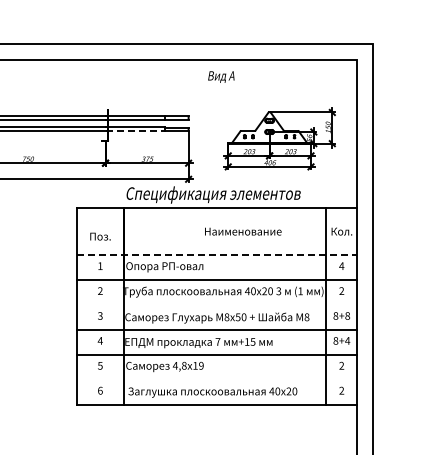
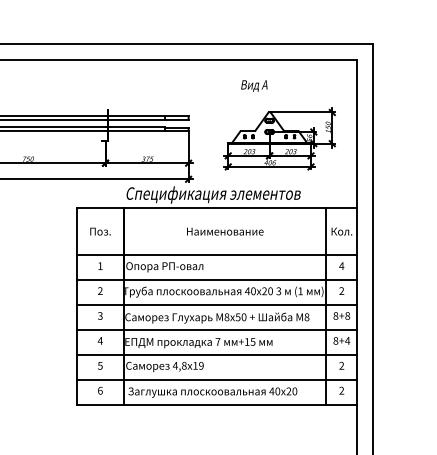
text at (221, 76) position: (221, 76) -> (254, 85)
line at (135, 131): dashed -> solid
text at (243, 231) position: (243, 231) -> (225, 231)
text at (100, 236) position: (100, 236) -> (100, 231)
line at (217, 254): dashed -> solid
line at (217, 304): none -> present
line at (217, 379): none -> present
